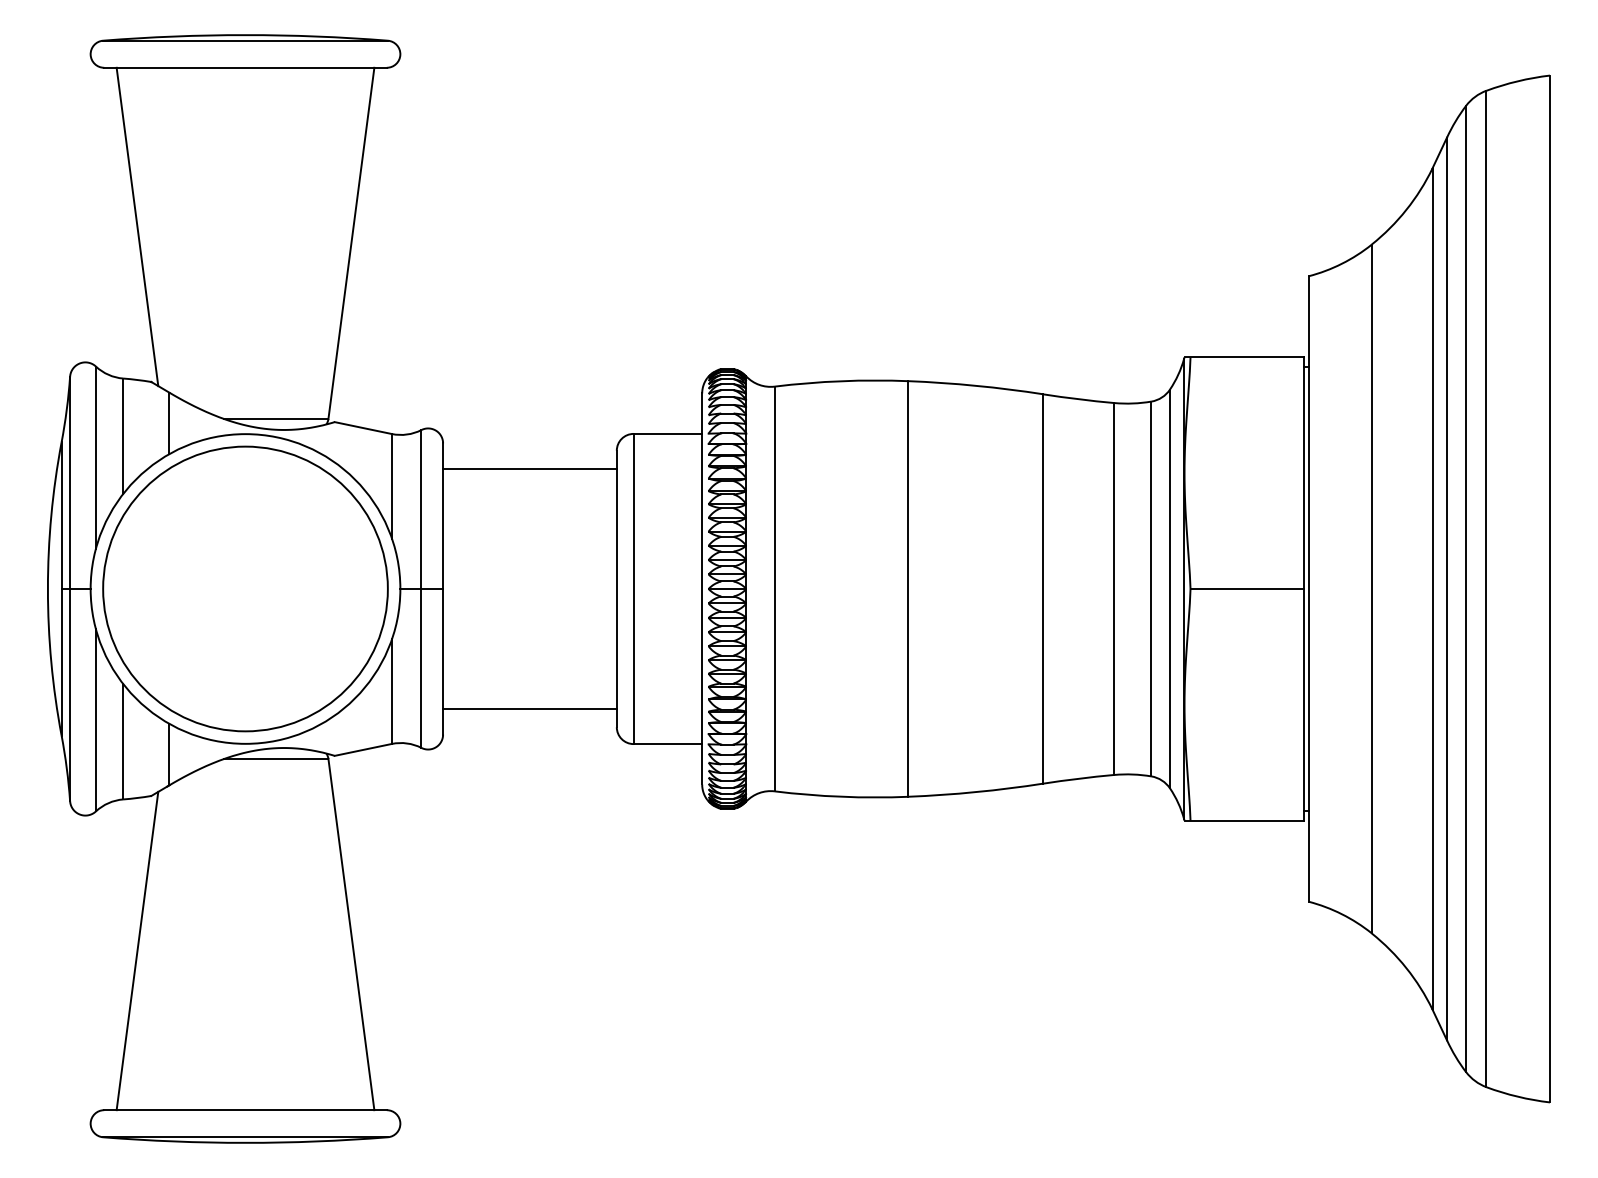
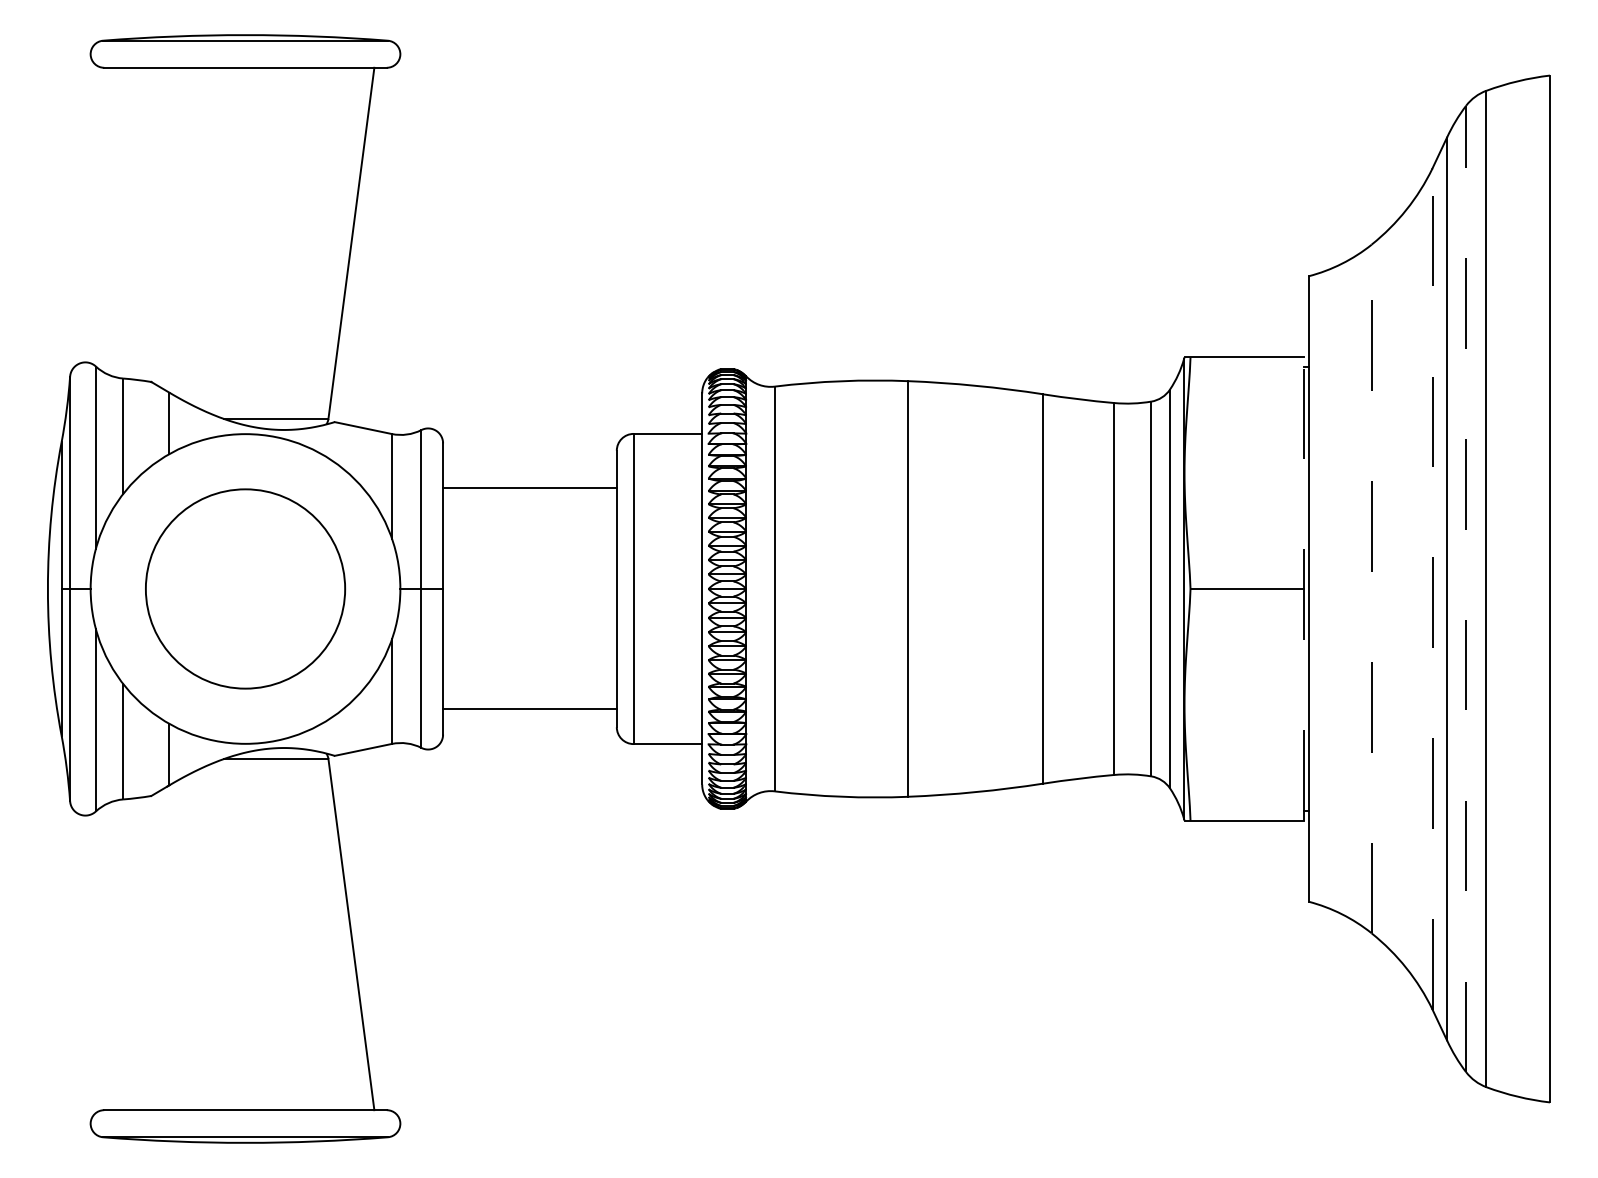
line at (137, 226): present -> none
line at (529, 469) position: (529, 469) -> (529, 488)
circle at (245, 588) diameter: 285 px -> 199 px
line at (1304, 588): solid -> dashed
line at (1371, 588): solid -> dashed
line at (1466, 588): solid -> dashed
line at (1432, 589): solid -> dashed
line at (137, 950): present -> none
